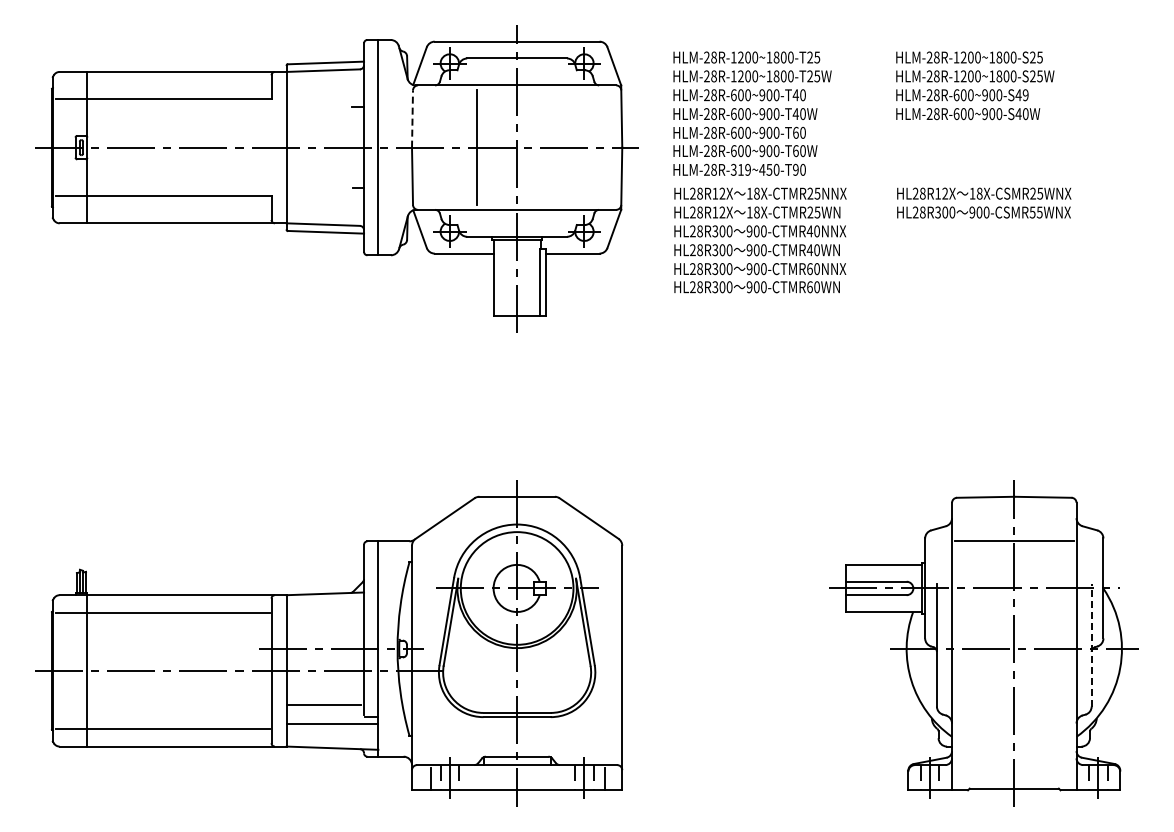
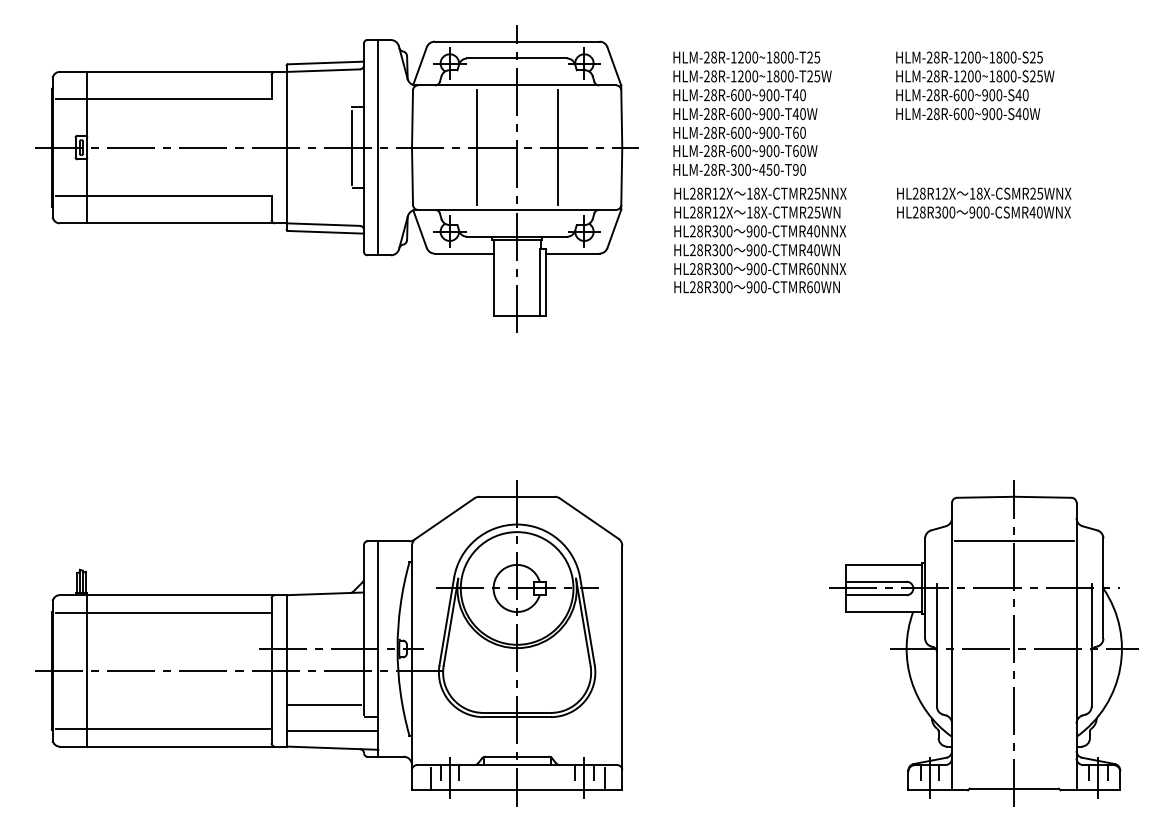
text at (1025, 95): HLM-28R-600~900-S49 -> HLM-28R-600~900-S40
line at (412, 119): dashed -> solid
line at (352, 147): none -> present
line at (557, 147): none -> present
text at (744, 169): HLM-28R-319~450-T90 -> HLM-28R-300~450-T90
text at (1035, 212): 900-CSMR55WNX -> 900-CSMR40WNX
line at (1091, 644): dashed -> solid
line at (332, 723) position: (332, 723) -> (332, 730)
